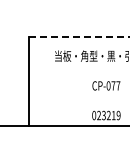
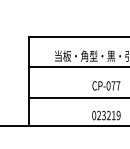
line at (79, 36): dashed -> solid
line at (77, 67): none -> present
line at (77, 98): none -> present
